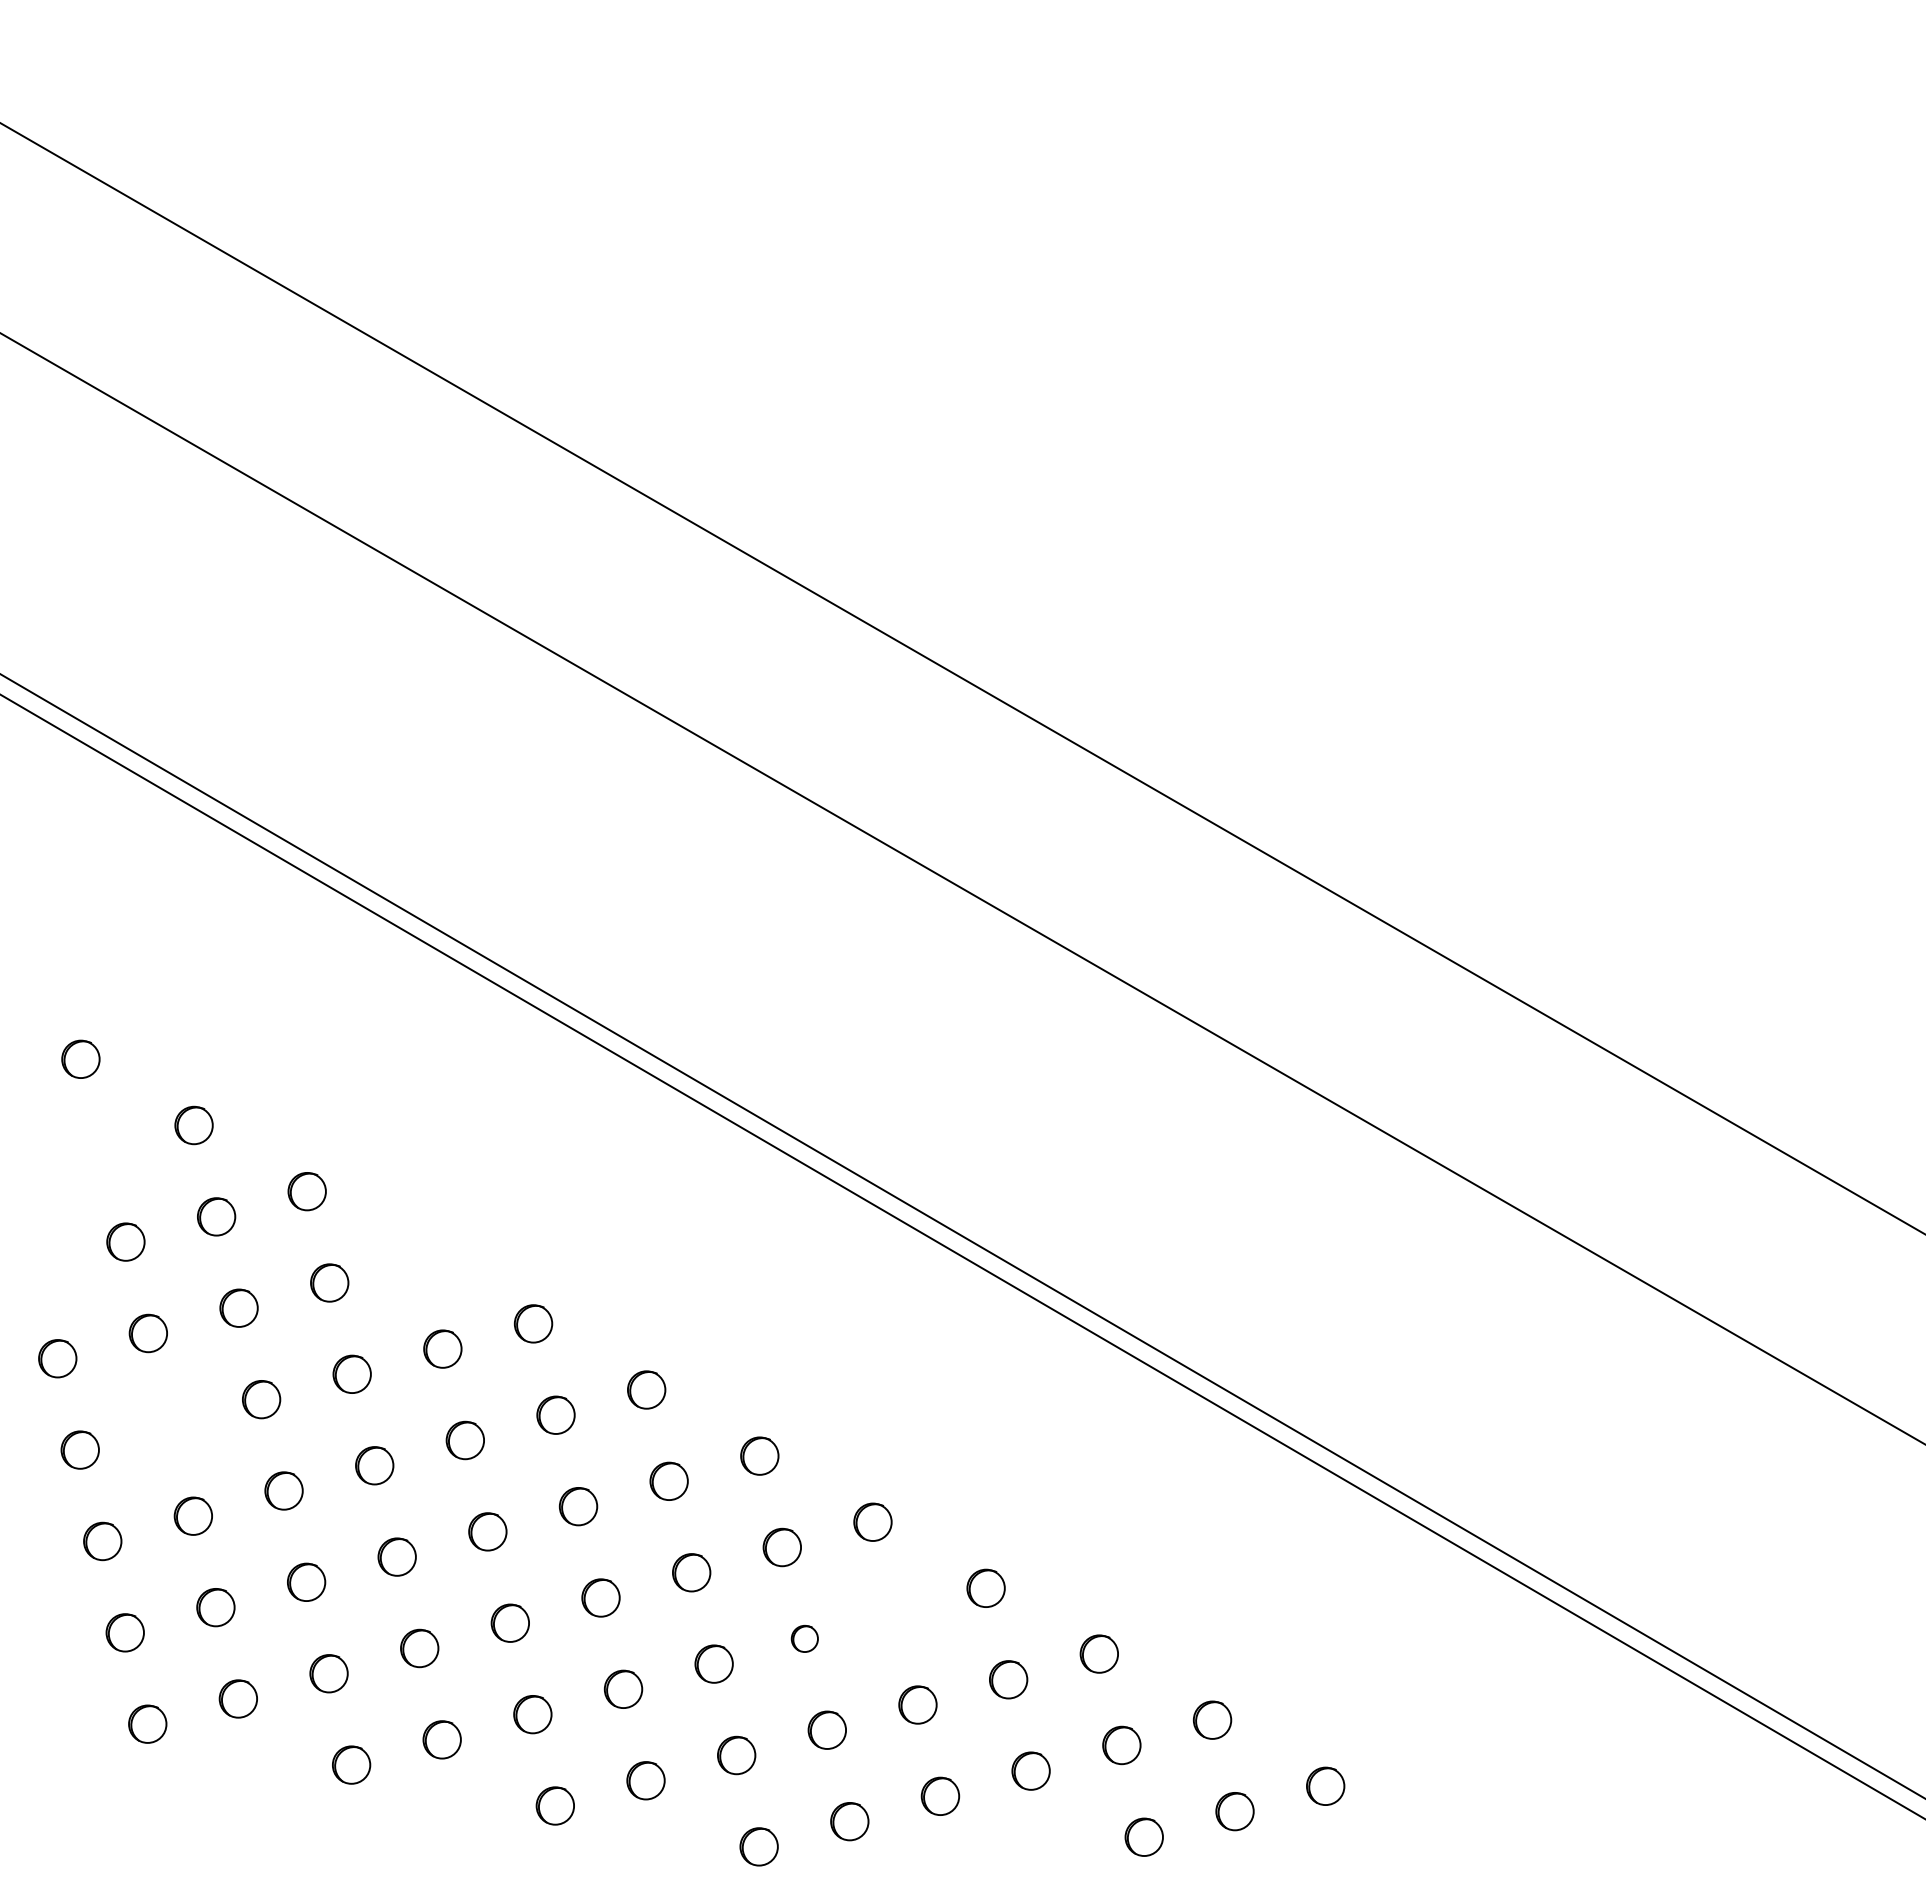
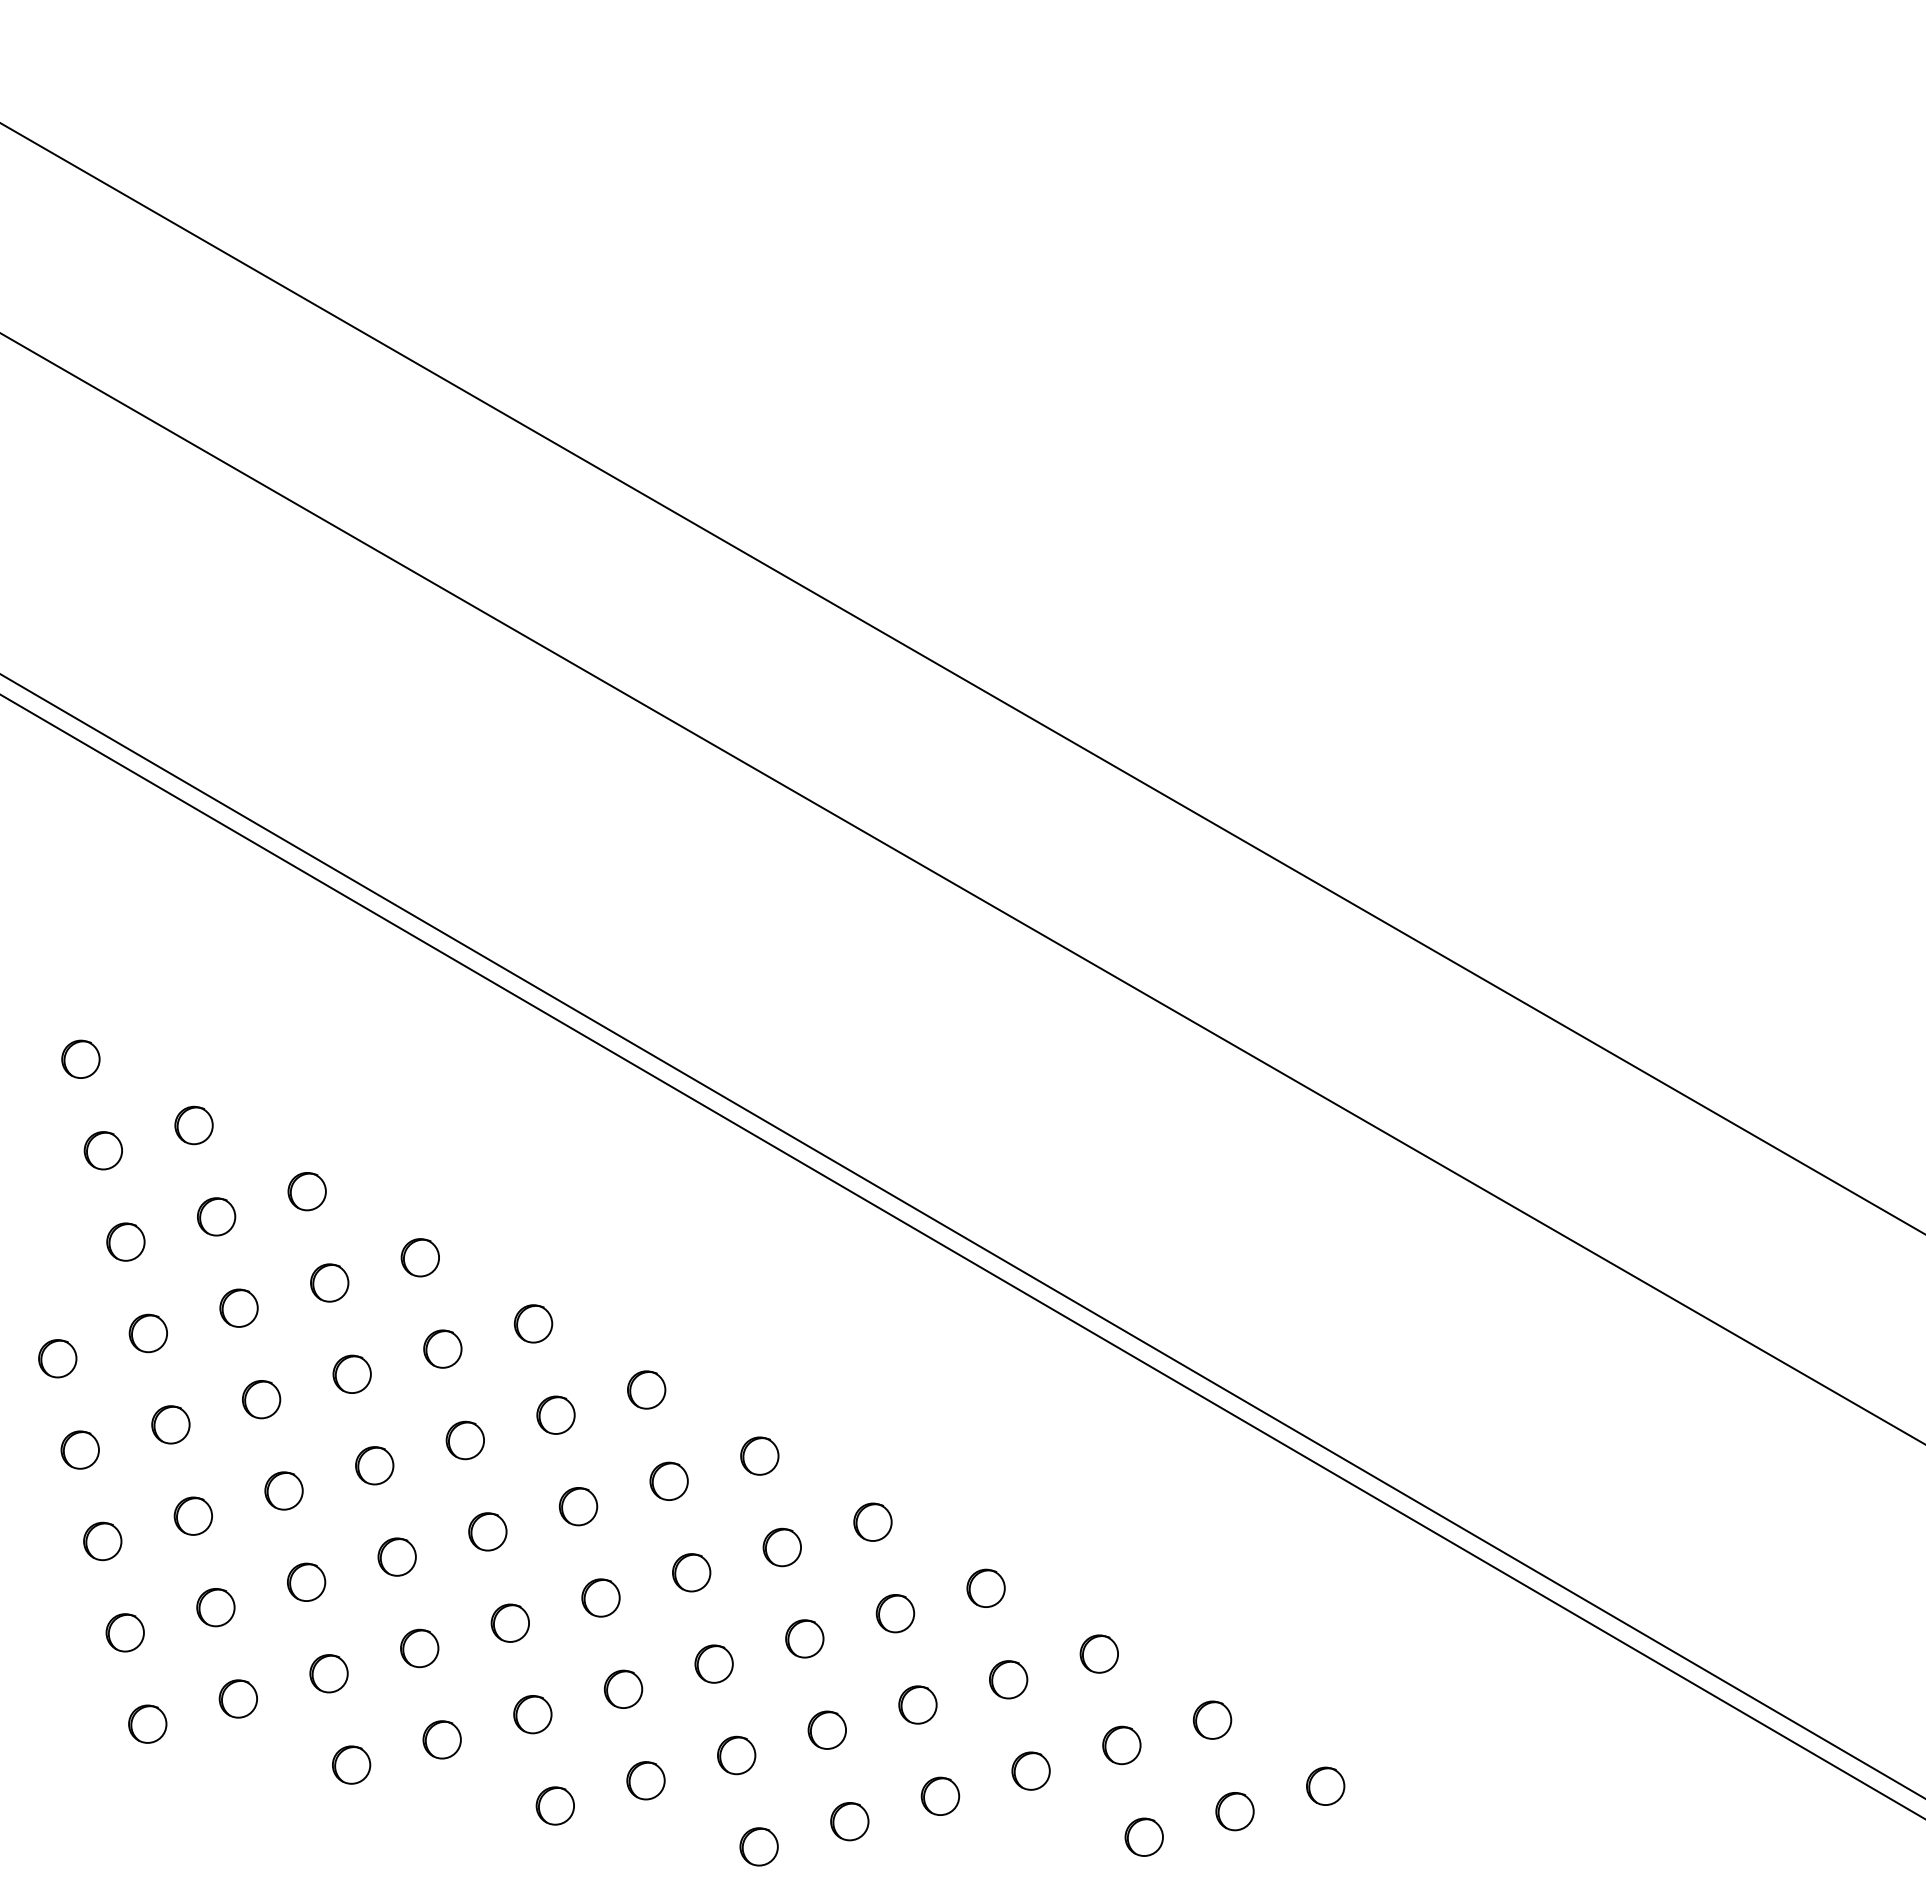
part at (102, 1150): none -> present
part at (419, 1257): none -> present
part at (170, 1424): none -> present
part at (895, 1613): none -> present
part at (804, 1638) size: 29x28 px -> 40x40 px
